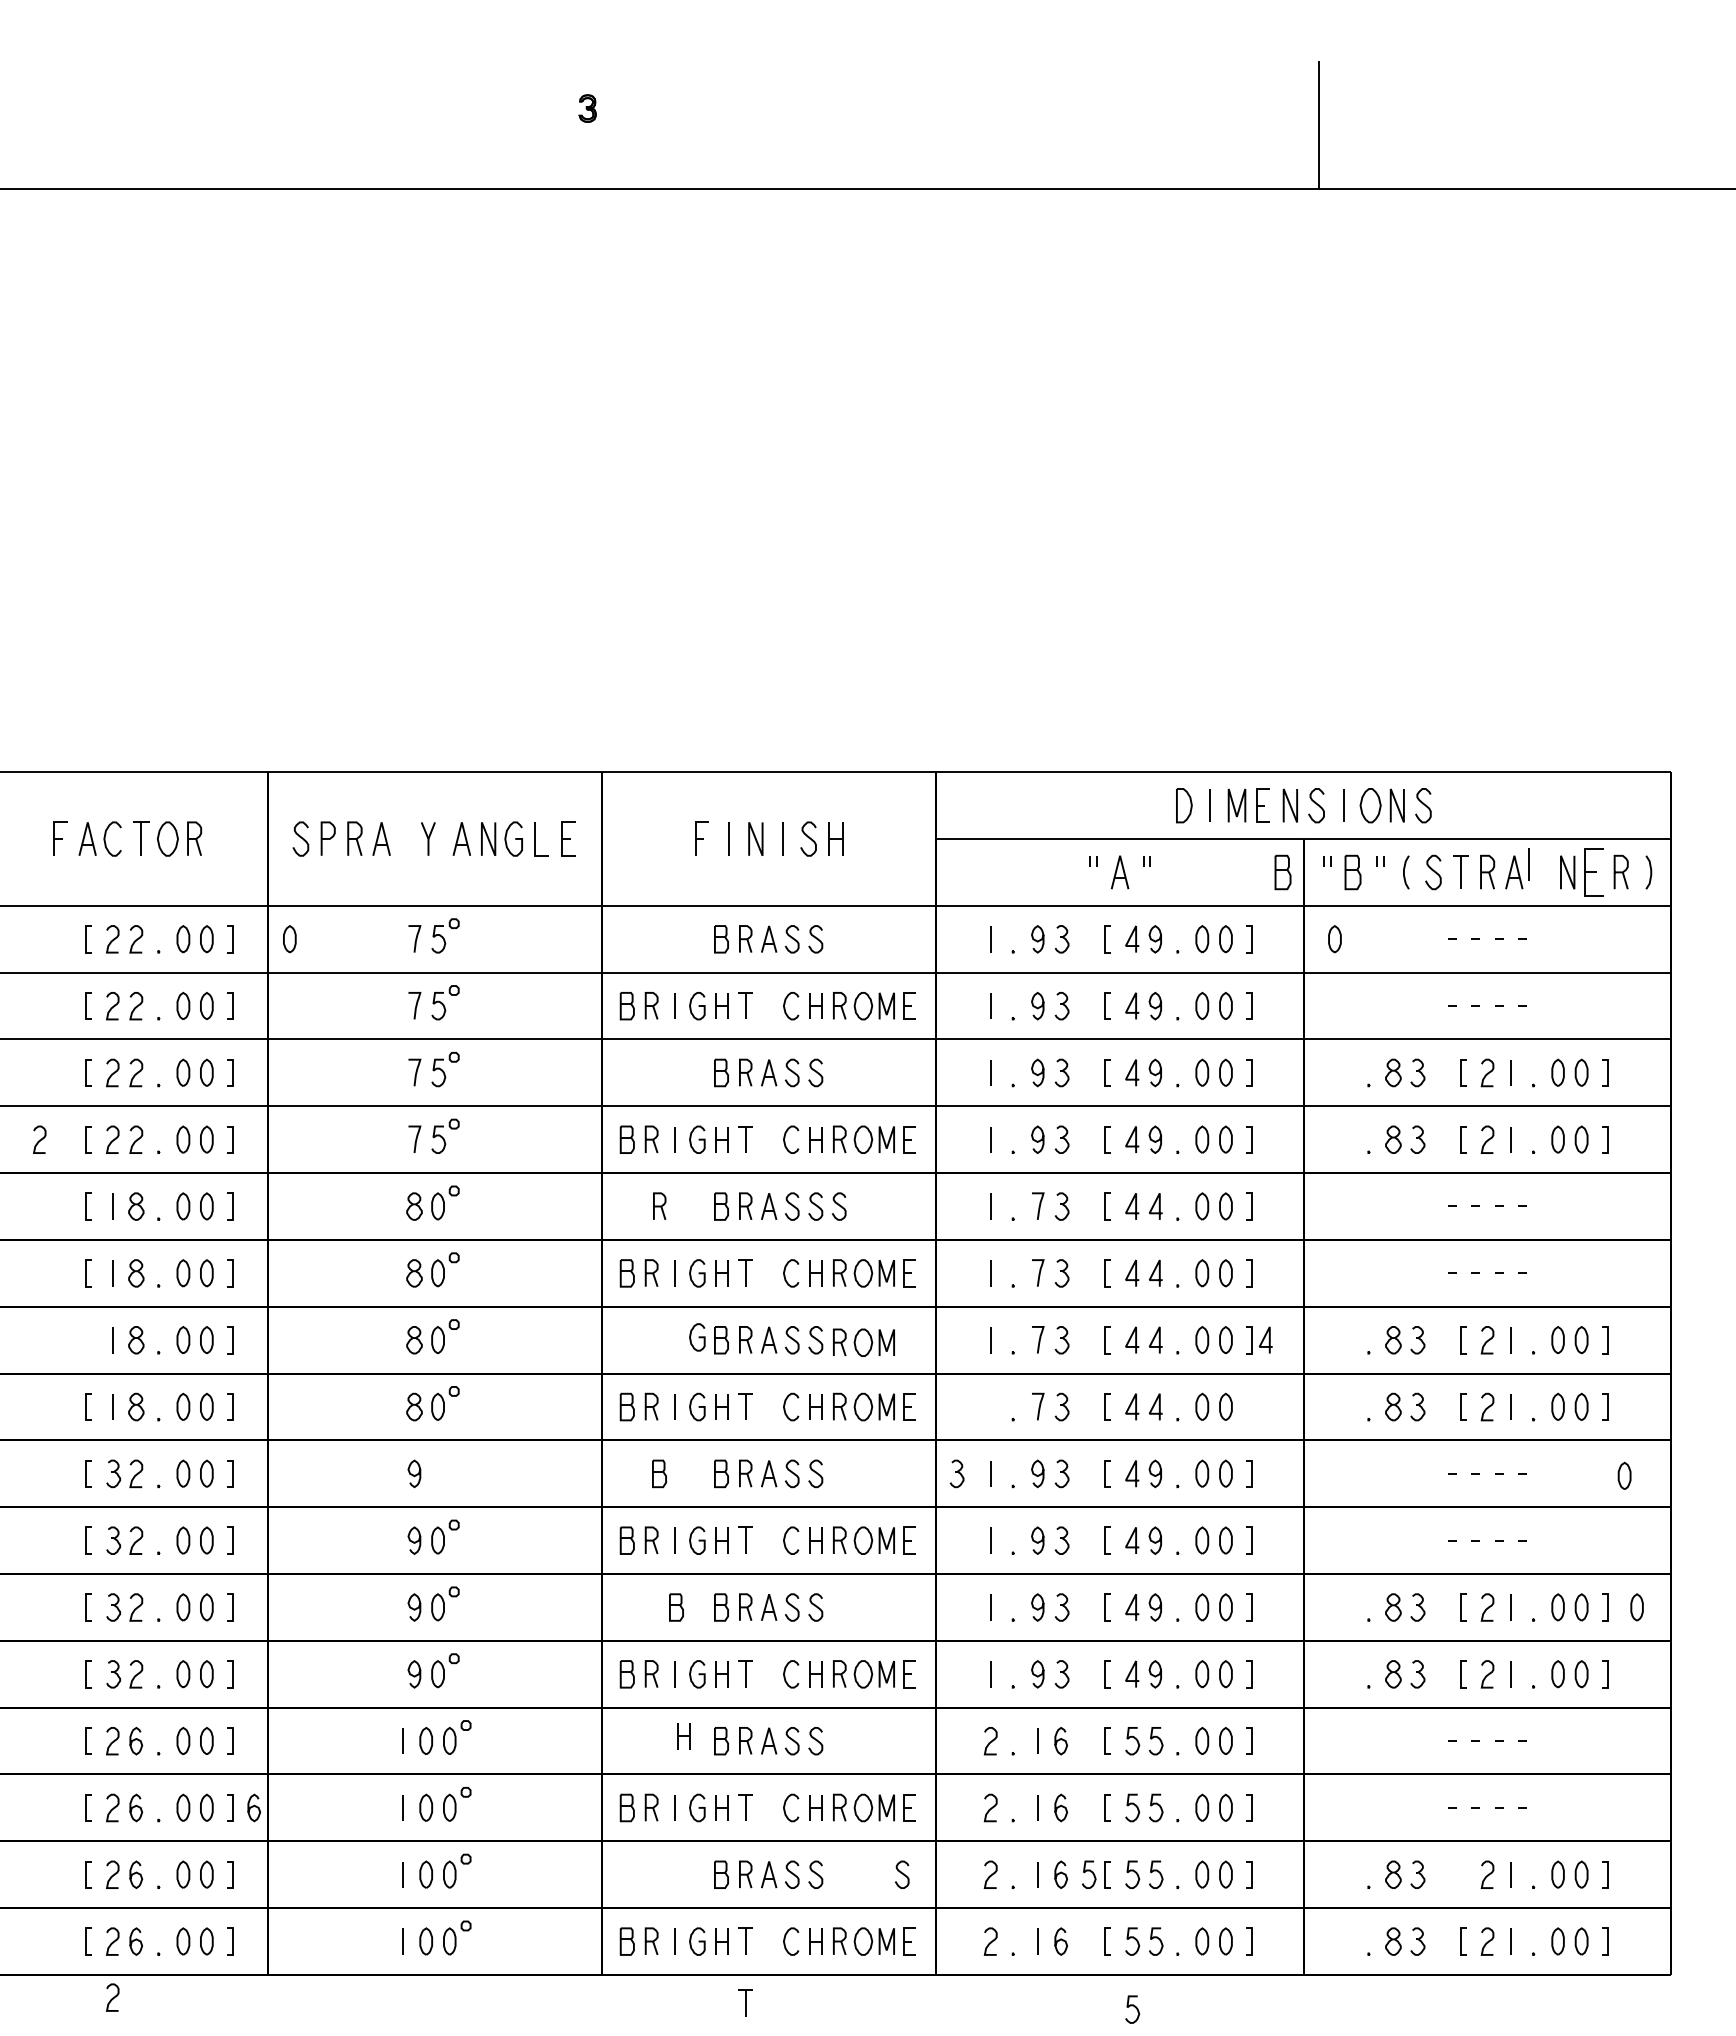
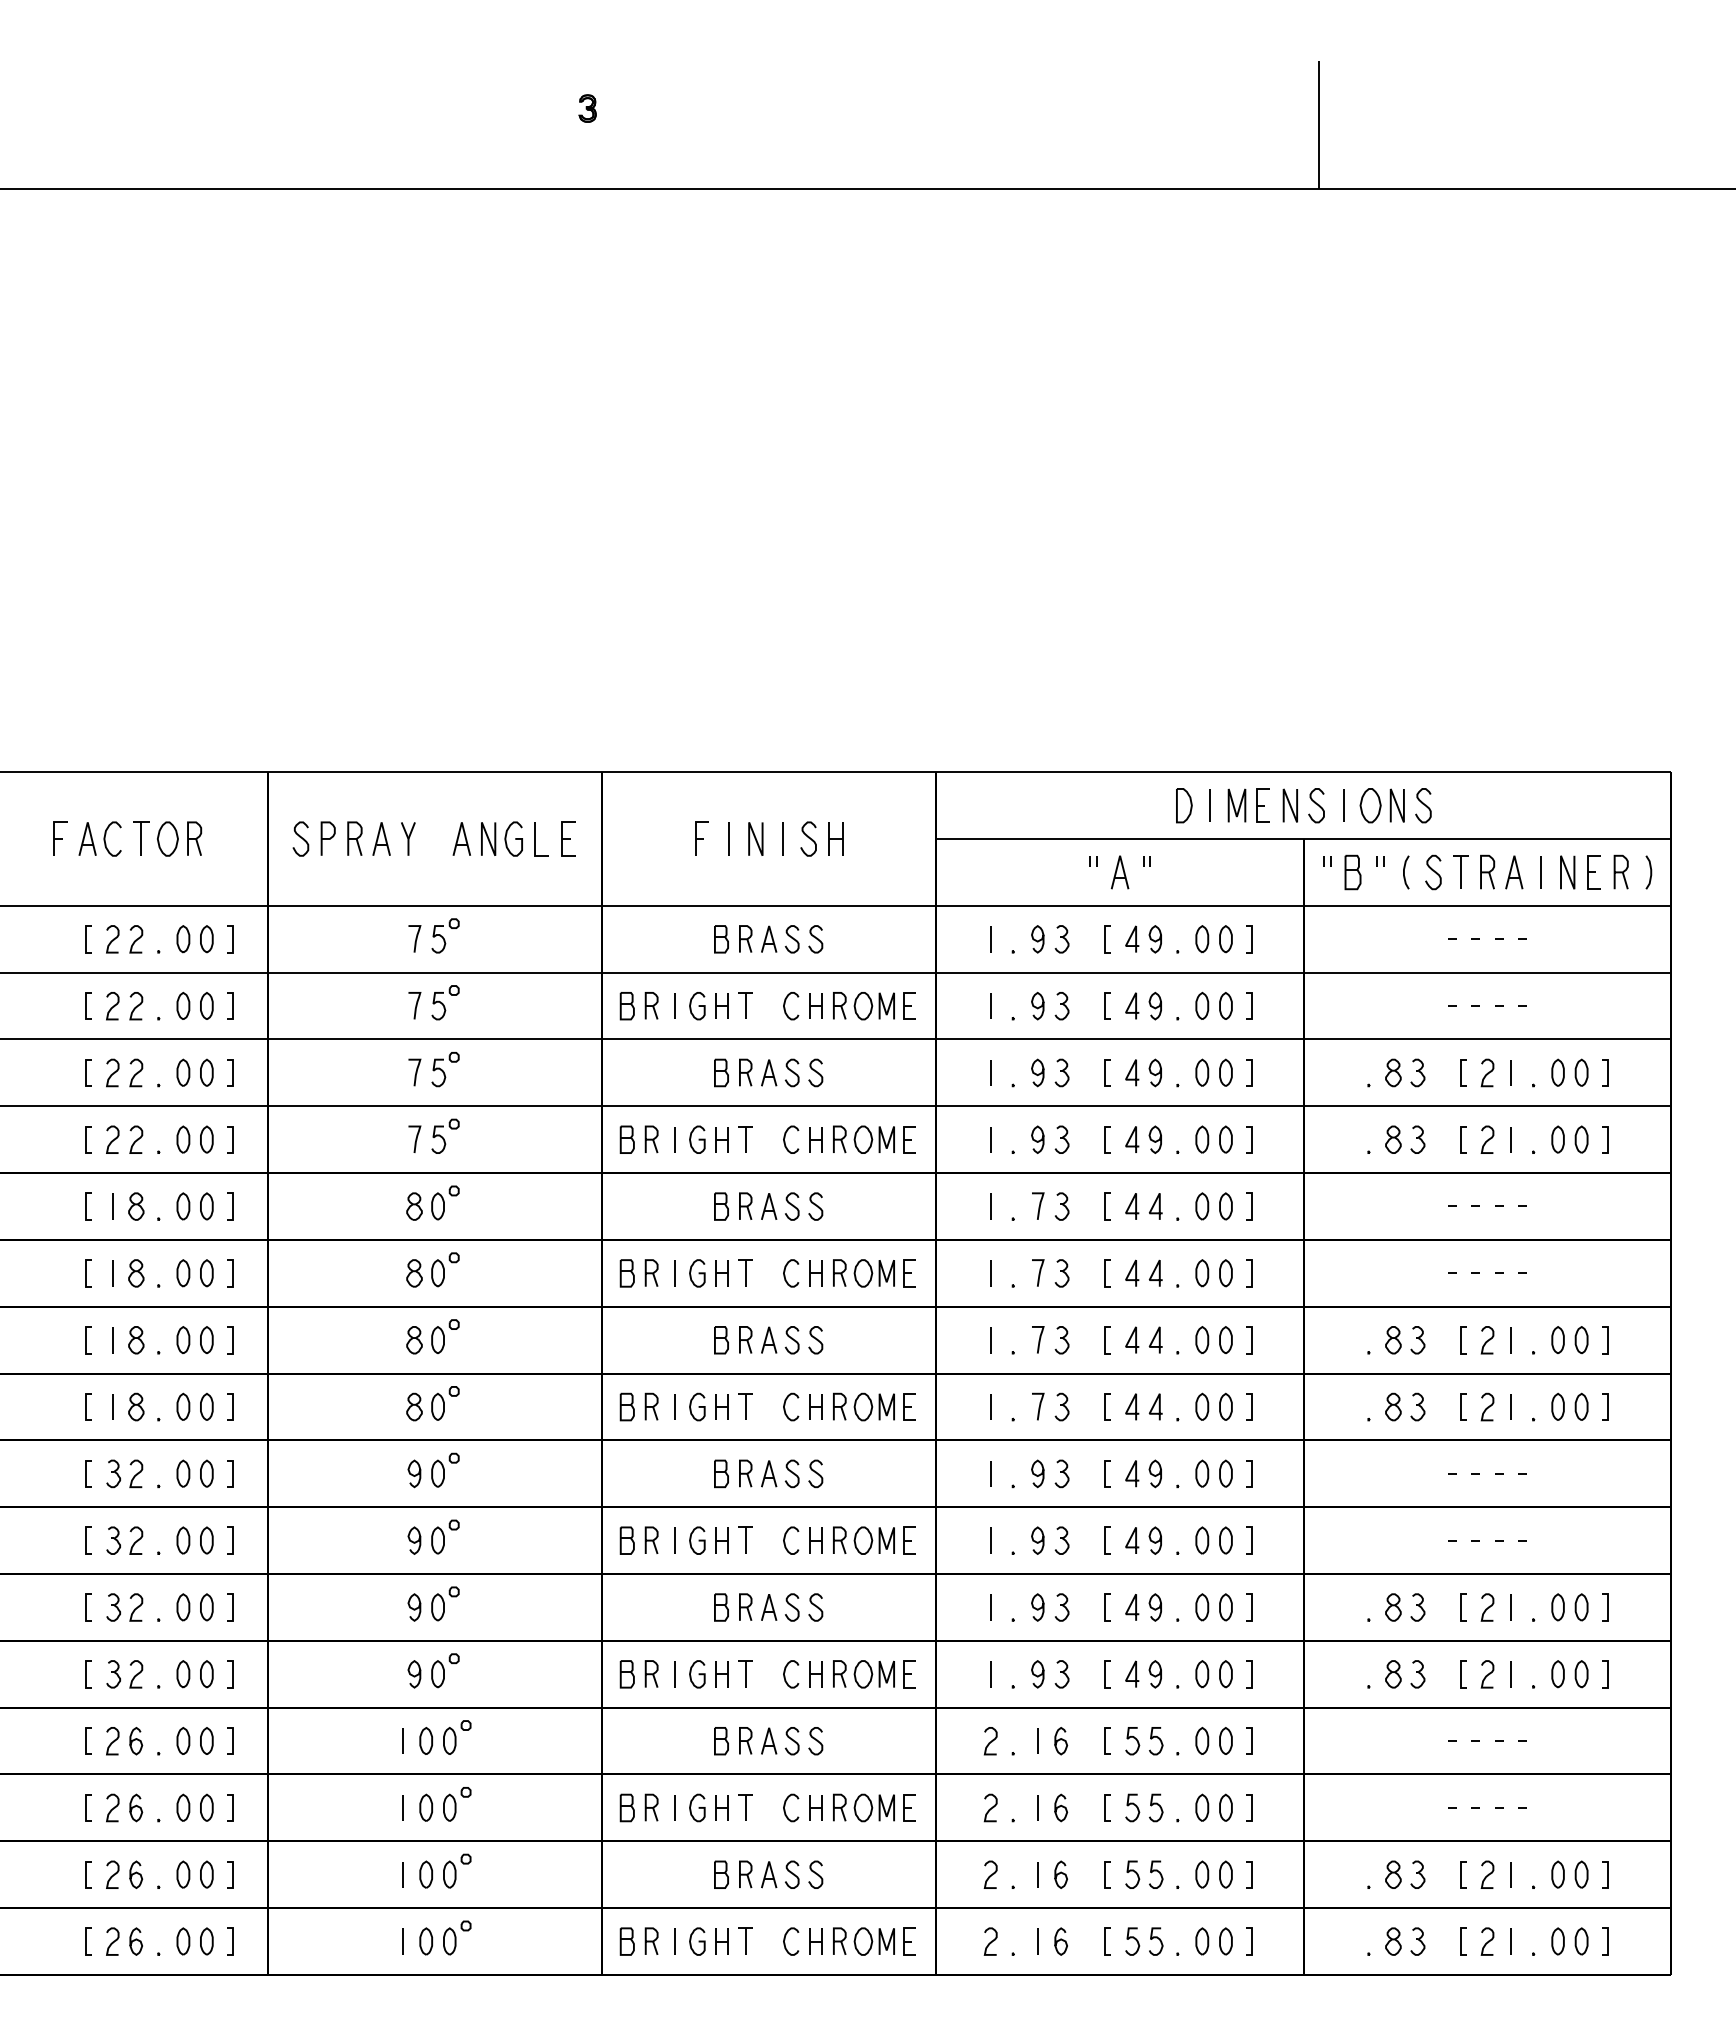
part at (428, 838) position: (428, 838) -> (408, 838)
line at (1528, 864) position: (1528, 864) -> (1540, 872)
part at (1282, 872): present -> none
part at (1593, 872) size: 20x49 px -> 14x35 px
part at (289, 939): present -> none
part at (1334, 939): present -> none
curve at (39, 1139): present -> none
part at (659, 1205): present -> none
curve at (839, 1206): present -> none
curve at (698, 1337): present -> none
line at (1264, 1339): present -> none
line at (86, 1340): none -> present
part at (863, 1342): present -> none
line at (990, 1406): none -> present
line at (1251, 1406): none -> present
part at (445, 1469): none -> present
part at (659, 1473): present -> none
part at (956, 1473): present -> none
part at (1624, 1475): present -> none
part at (676, 1607): present -> none
part at (1636, 1607): present -> none
part at (683, 1736): present -> none
curve at (254, 1806): present -> none
curve at (1090, 1872): present -> none
curve at (902, 1874): present -> none
line at (1461, 1874): none -> present
curve at (112, 1997): present -> none
part at (745, 2002): present -> none
curve at (1134, 2007): present -> none
